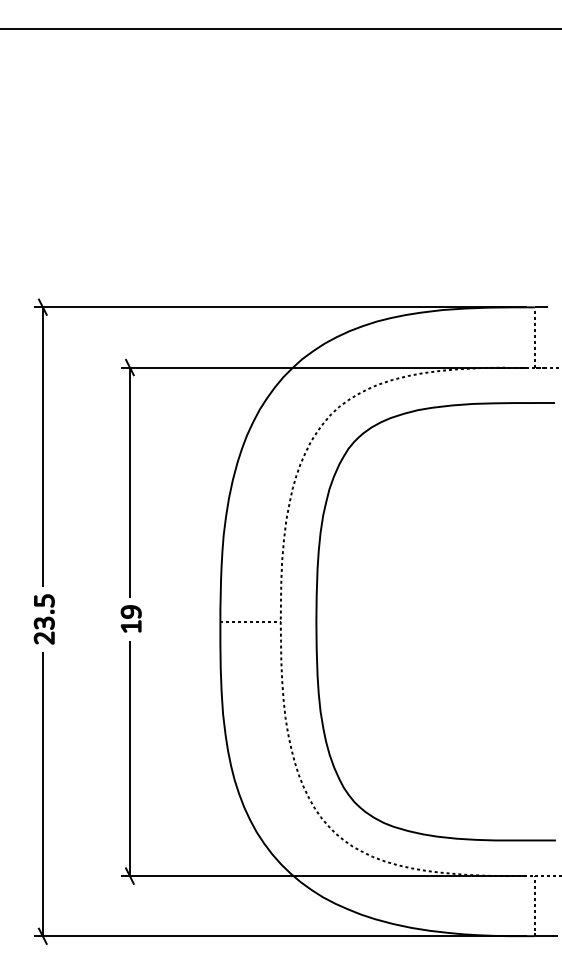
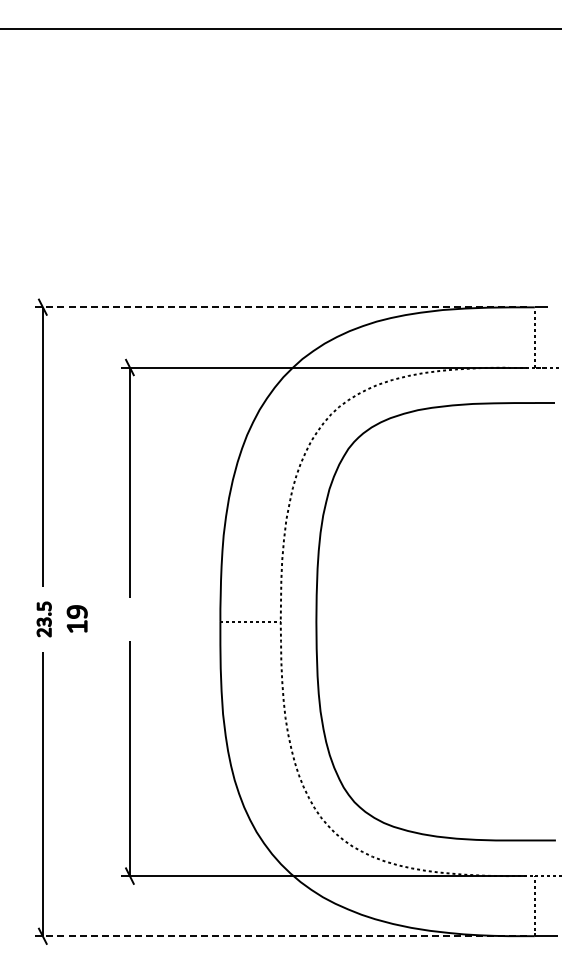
line at (279, 307): solid -> dashed
part at (130, 618) position: (130, 618) -> (76, 618)
part at (43, 619) size: 22x51 px -> 16x37 px
line at (279, 936): solid -> dashed
